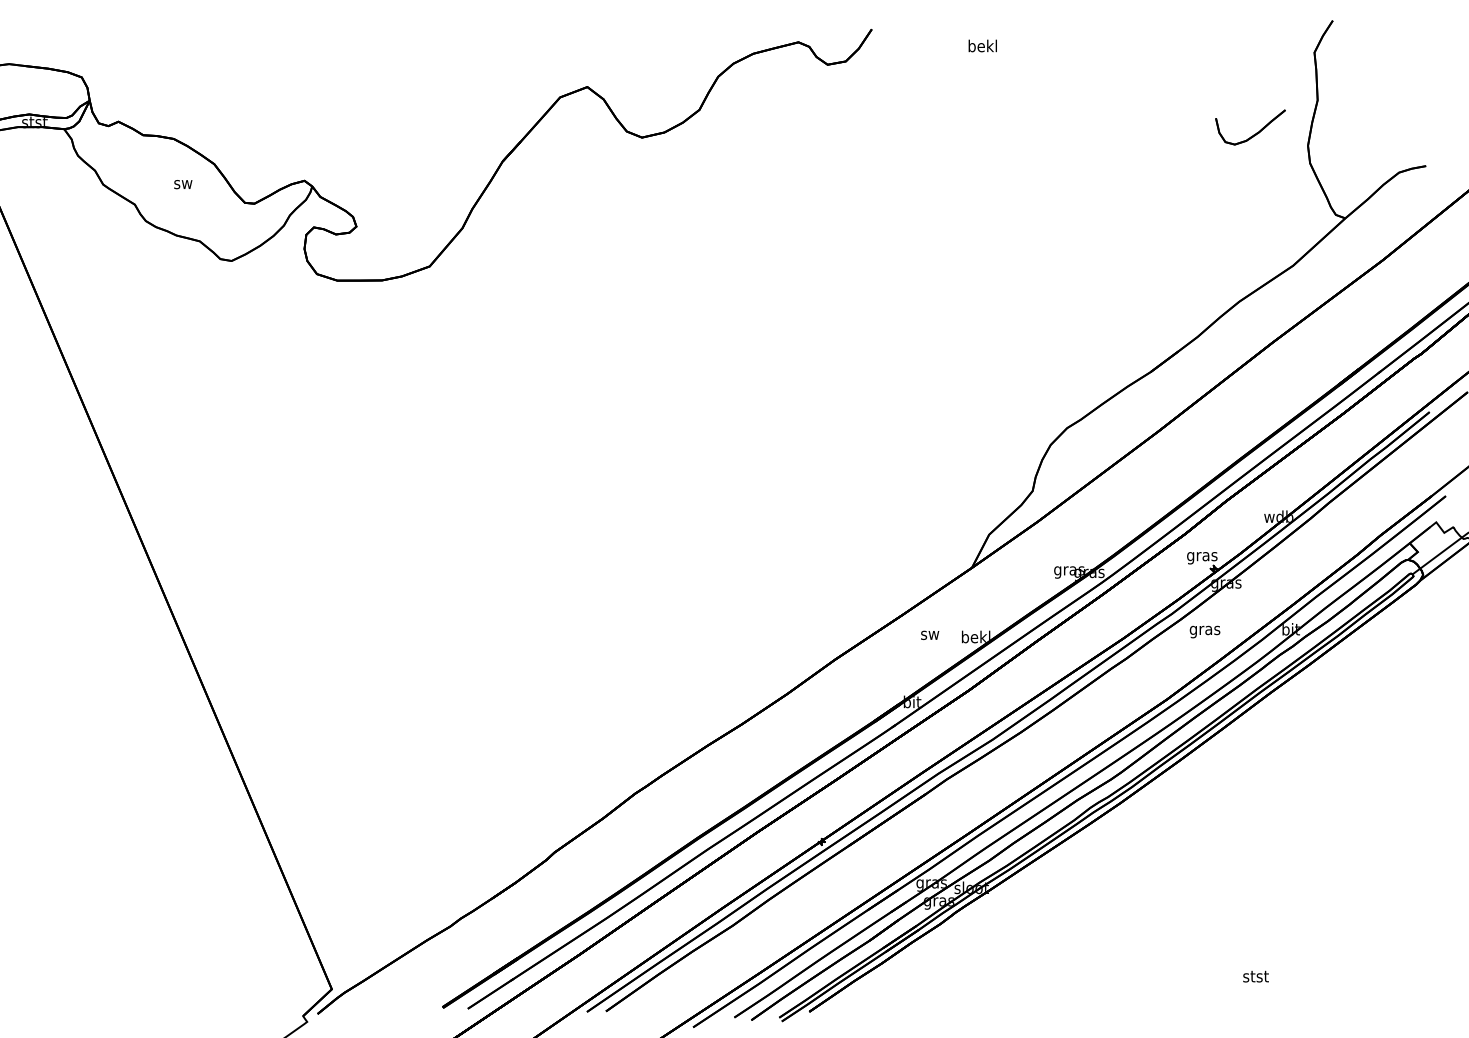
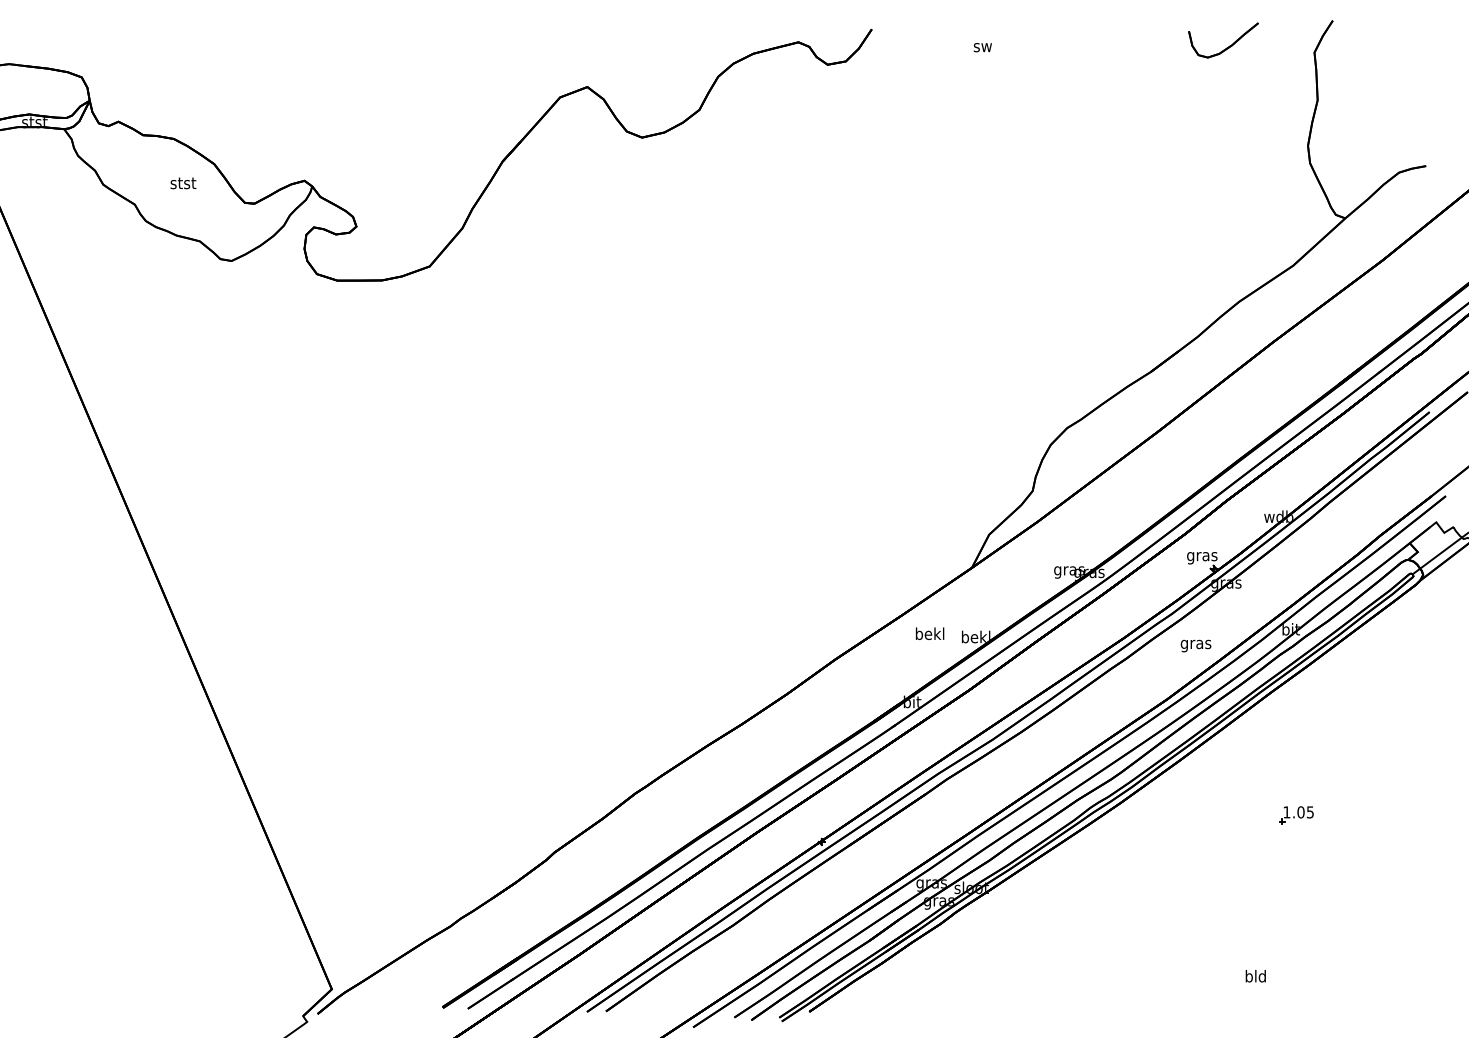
text at (982, 45): bekl -> sw
part at (1253, 134) position: (1253, 134) -> (1226, 47)
text at (183, 183): sw -> stst
text at (1204, 631) position: (1204, 631) -> (1195, 645)
text at (929, 633): sw -> bekl
part at (1296, 815): none -> present
text at (1255, 976): stst -> bld
